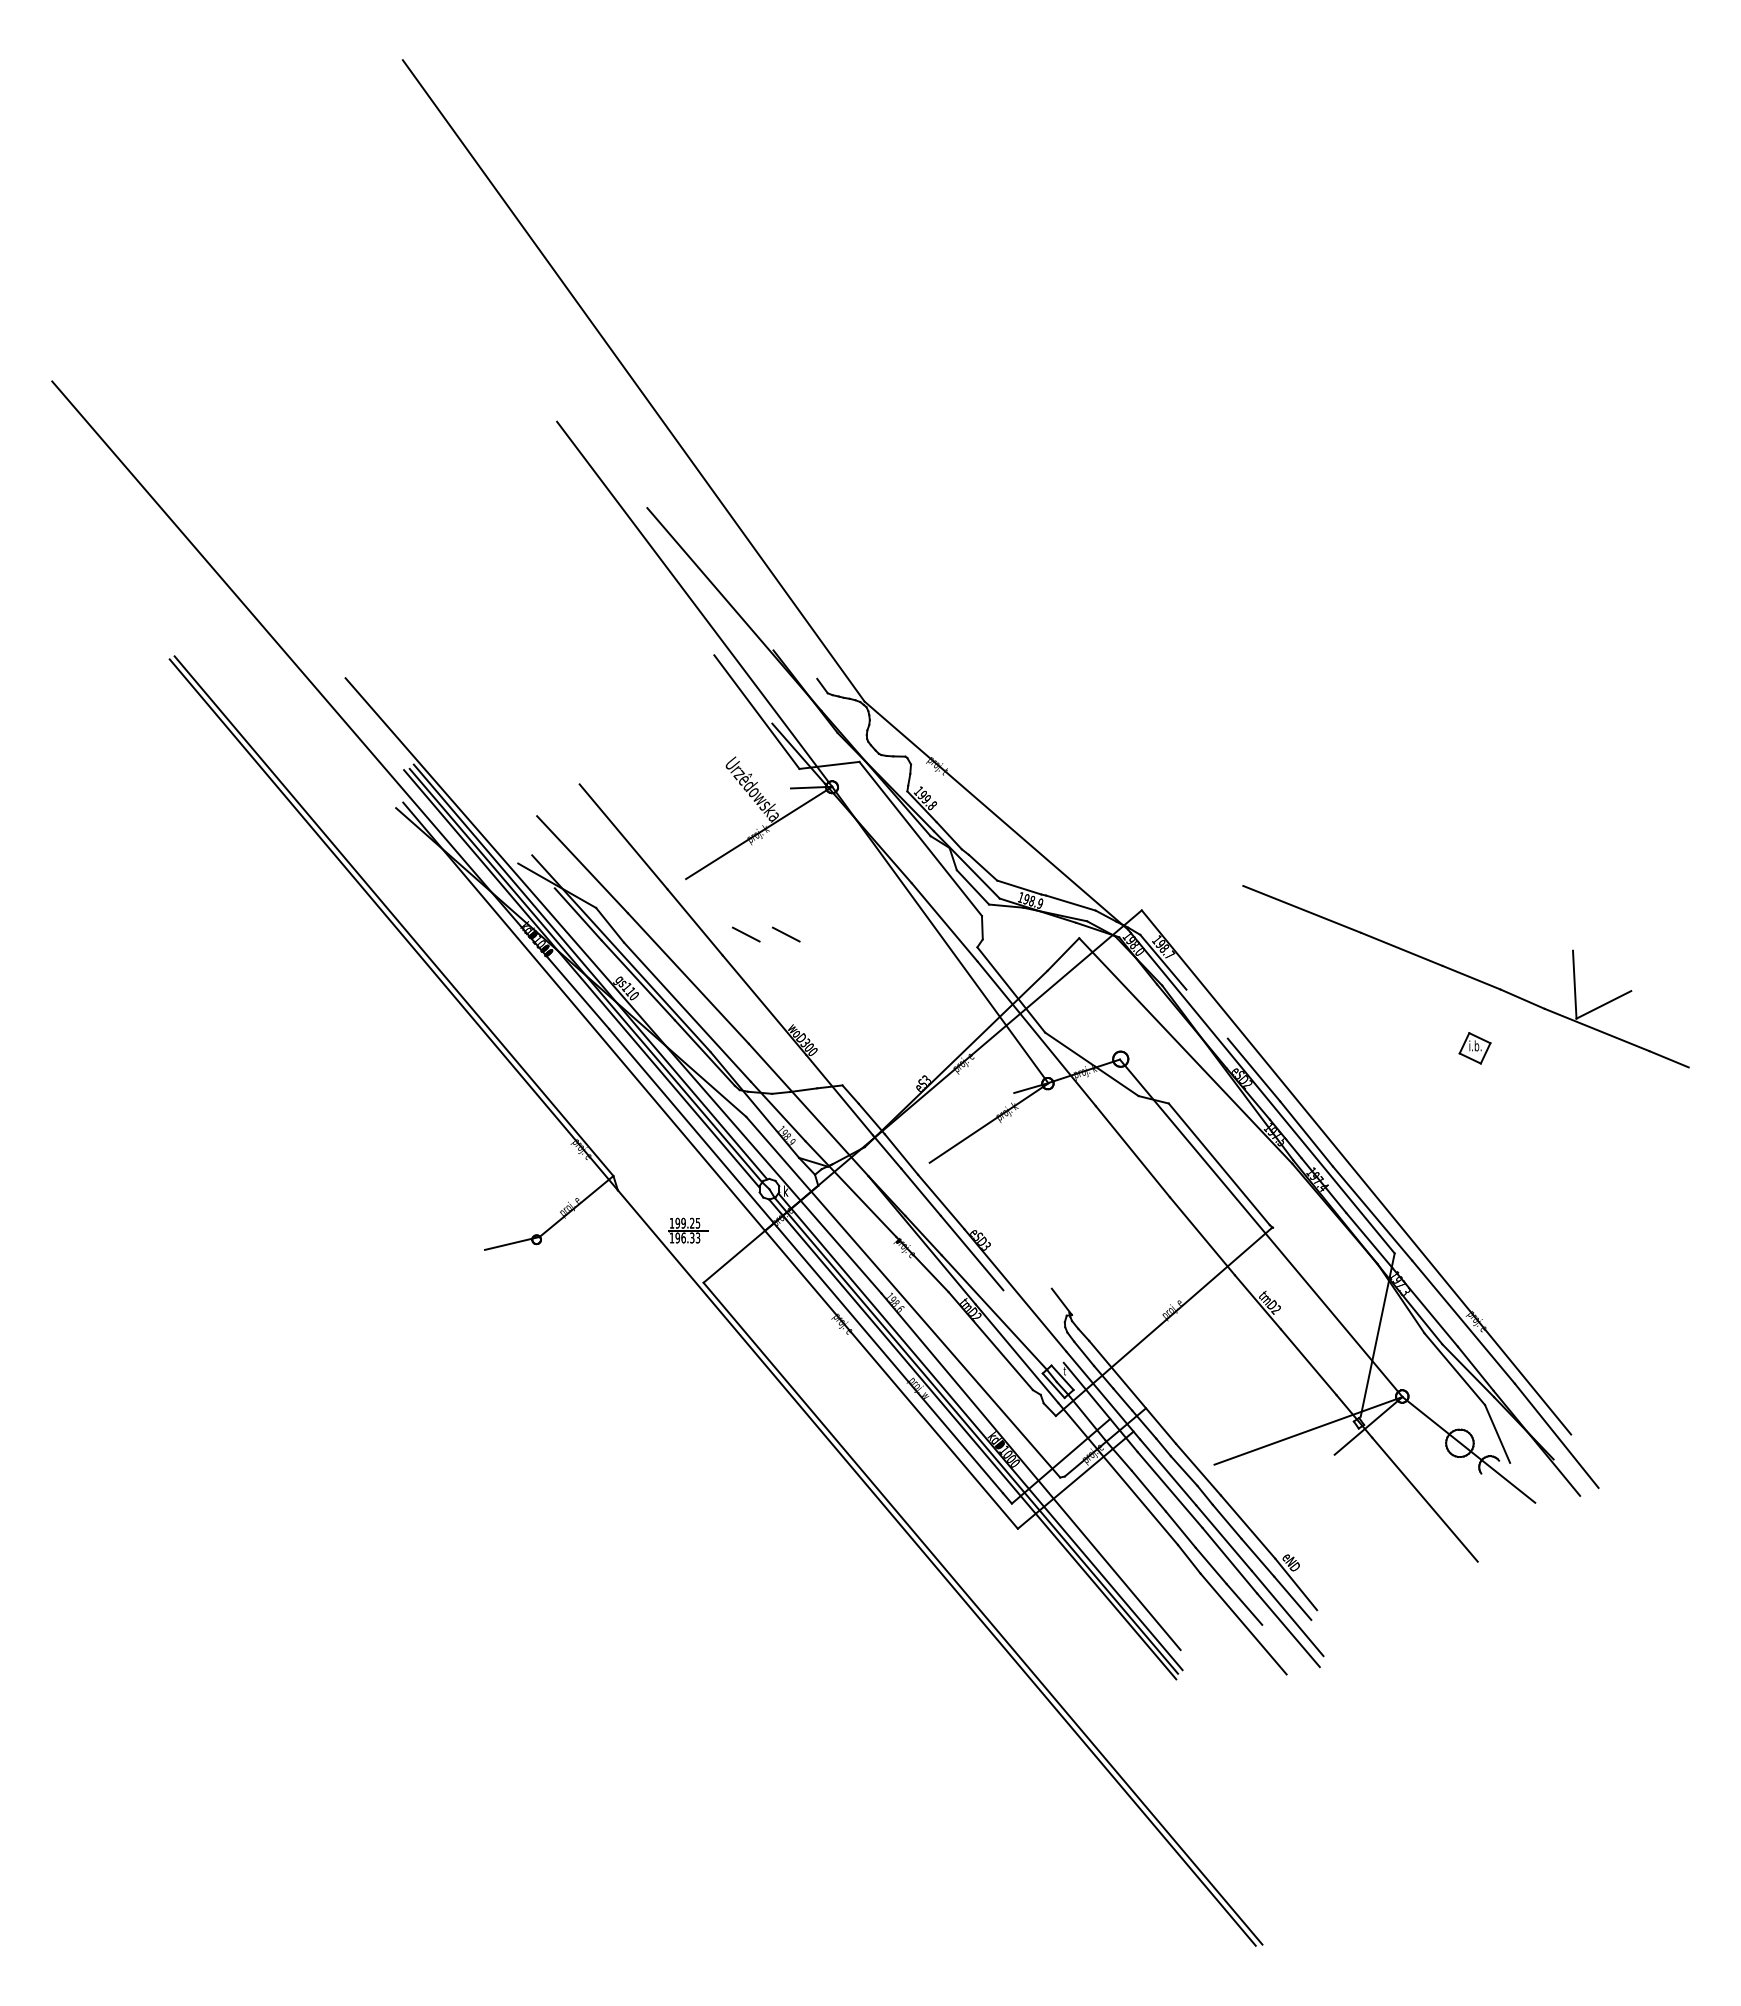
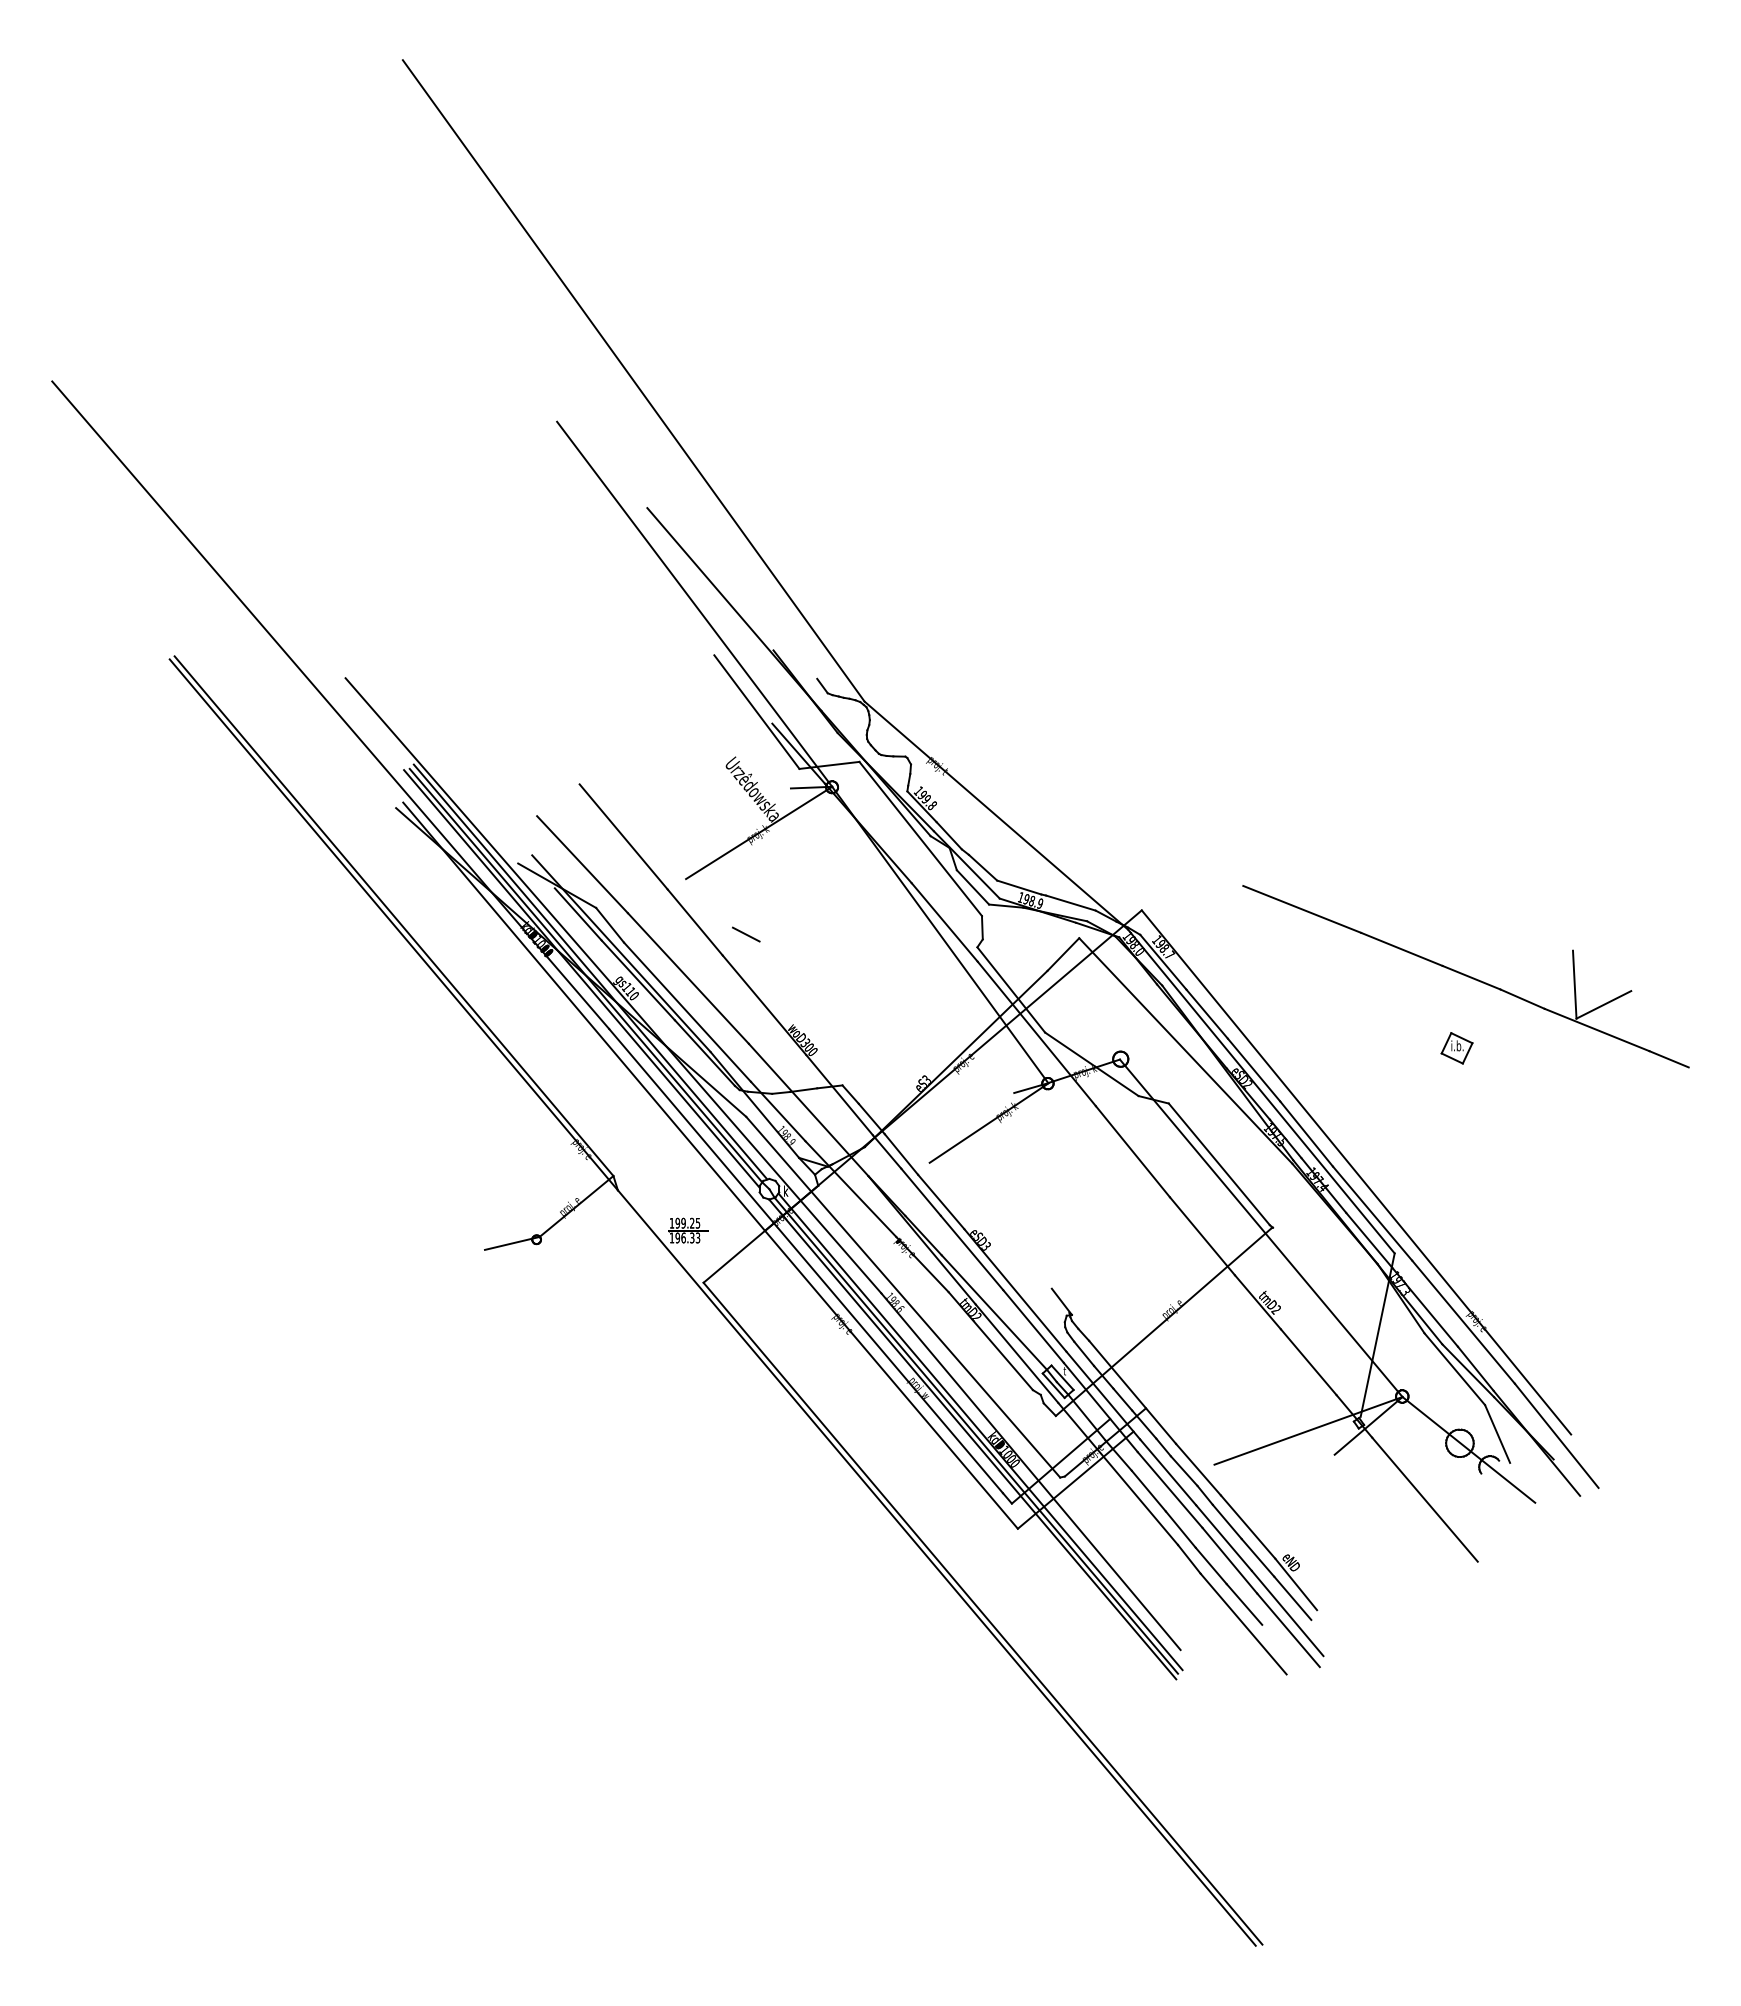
line at (786, 934): present -> none
line at (1206, 1013): none -> present
part at (1474, 1048) position: (1474, 1048) -> (1456, 1048)
line at (1033, 1326): none -> present
